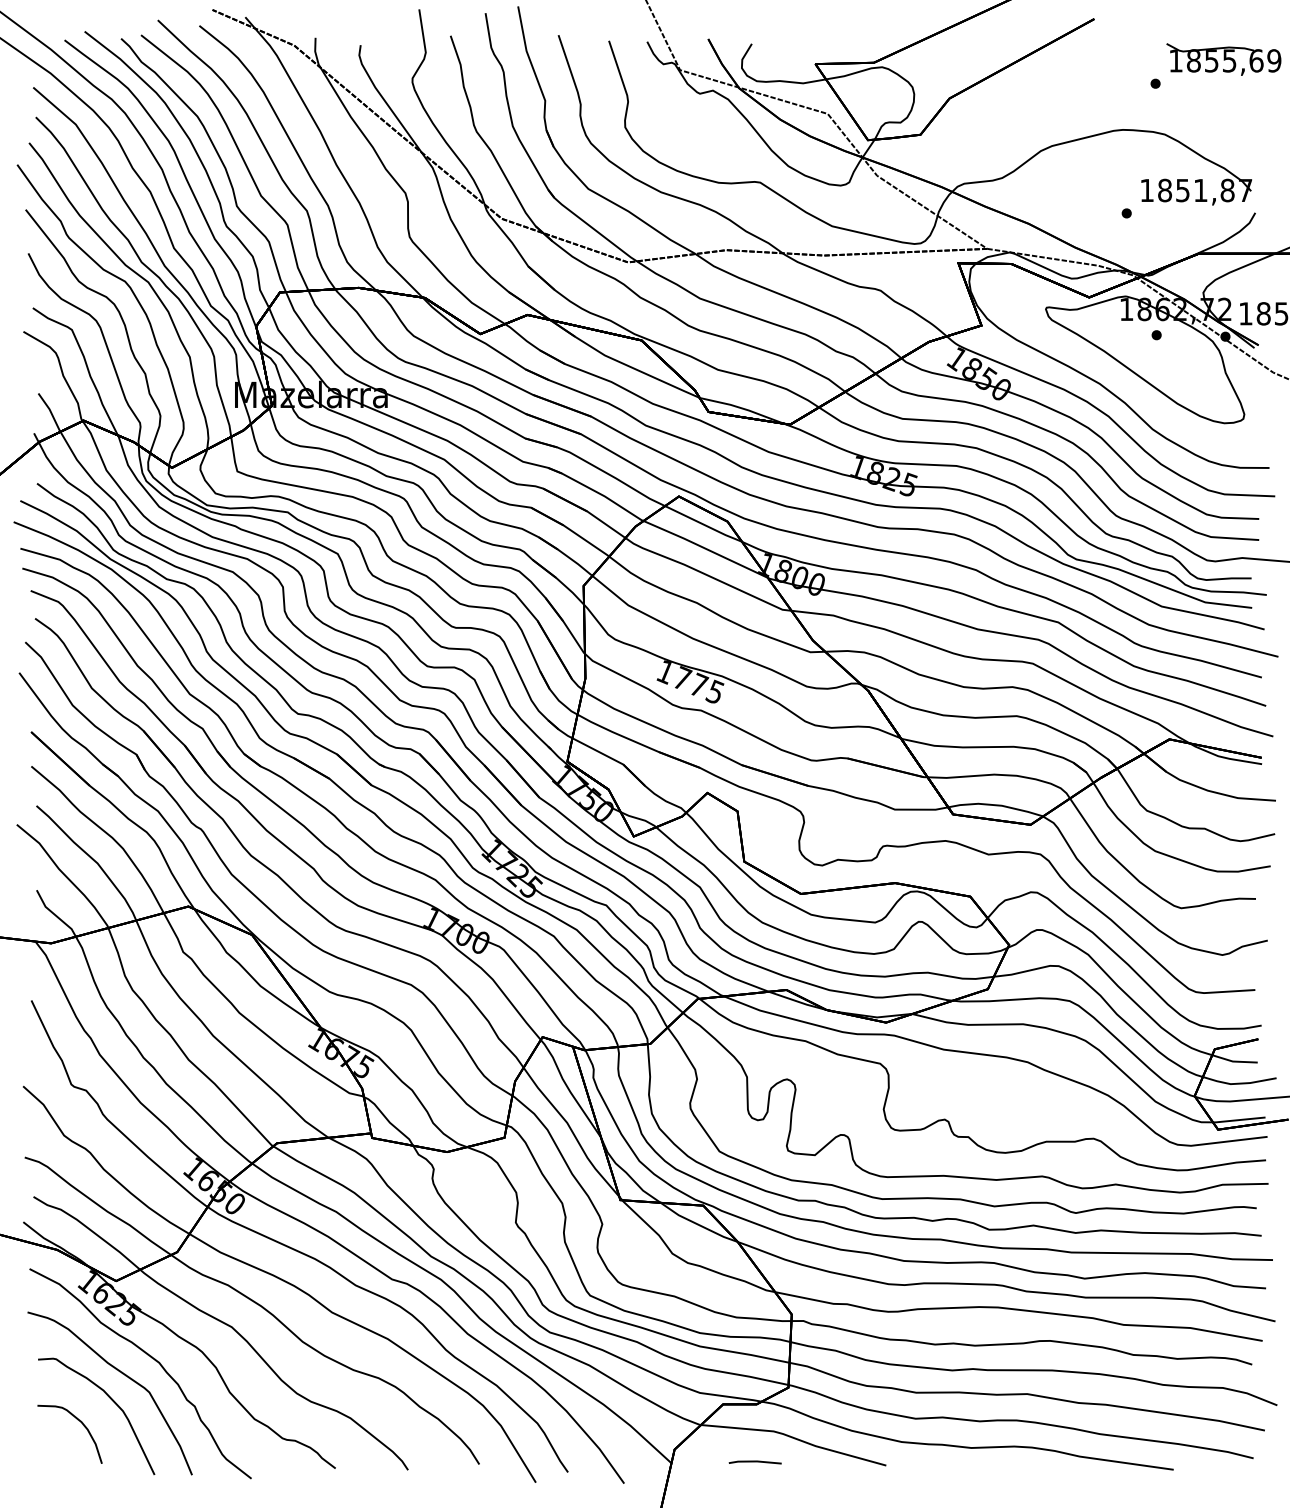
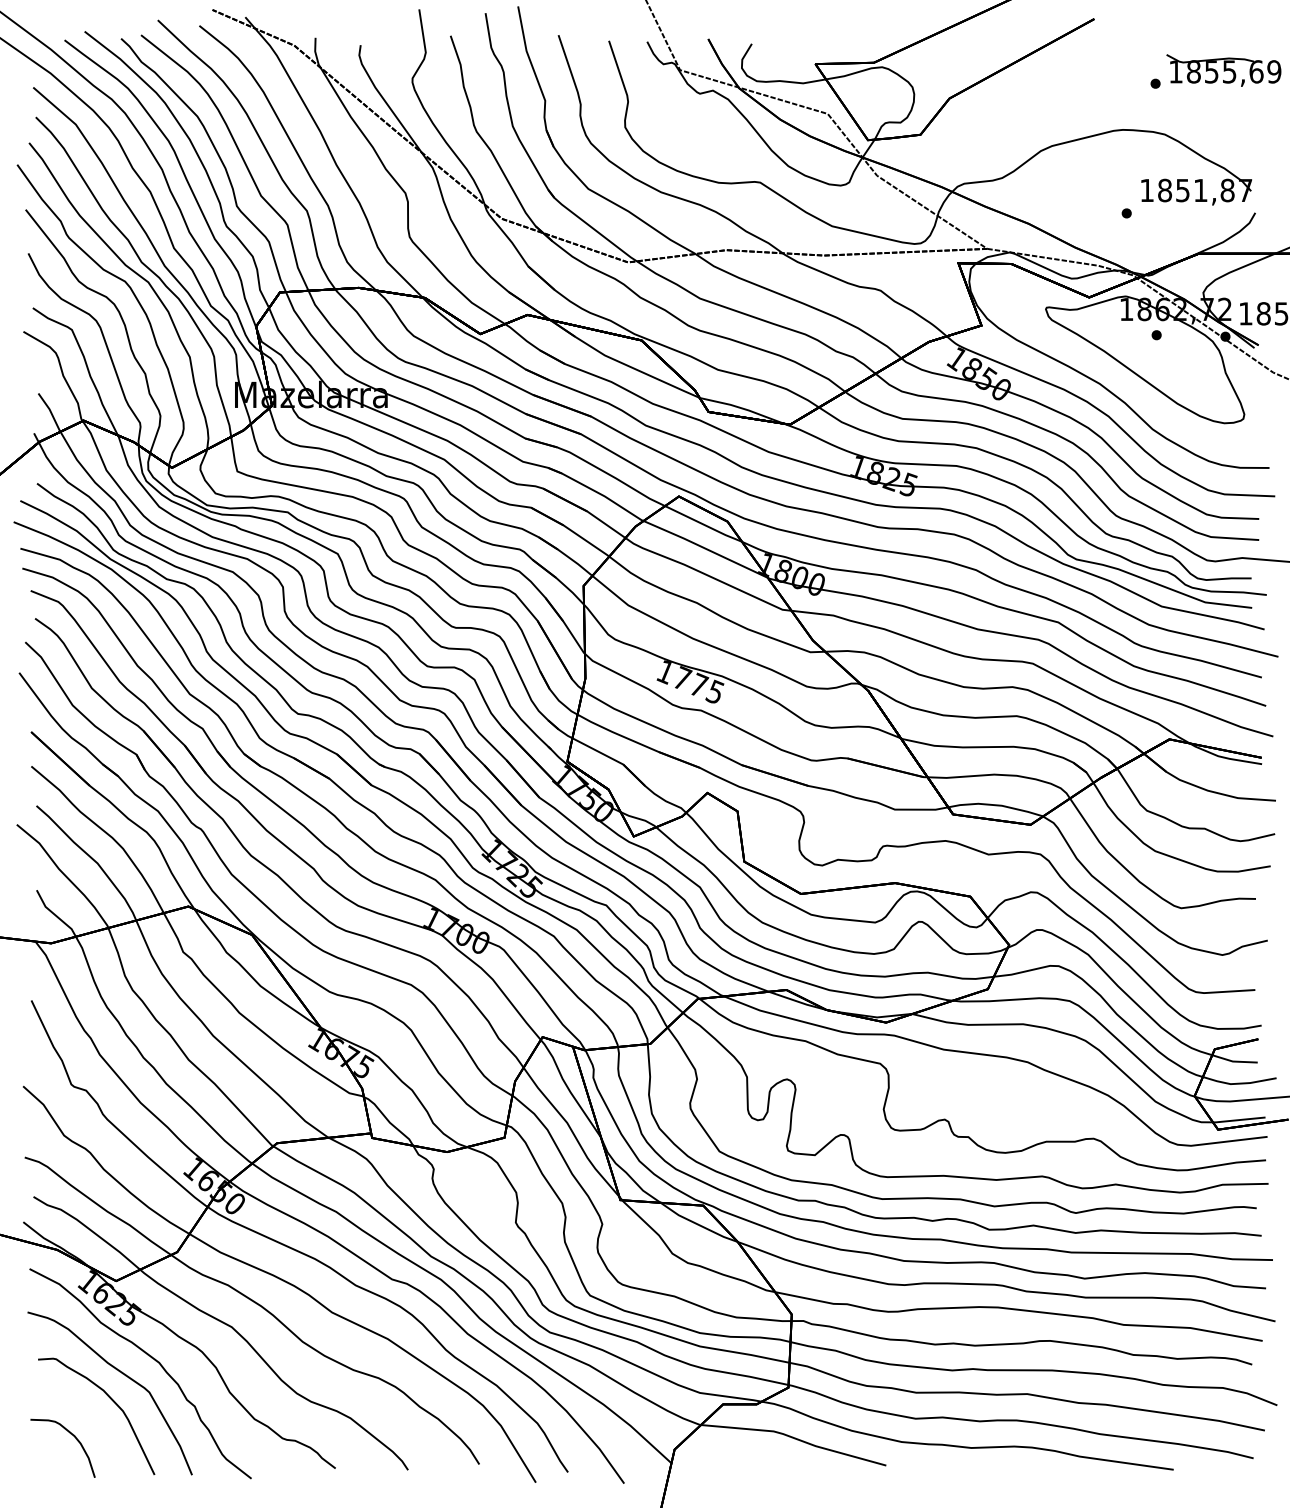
part at (1223, 59) position: (1223, 59) -> (1223, 70)
curve at (77, 1420) position: (77, 1420) -> (70, 1434)
line at (754, 1462): present -> none
